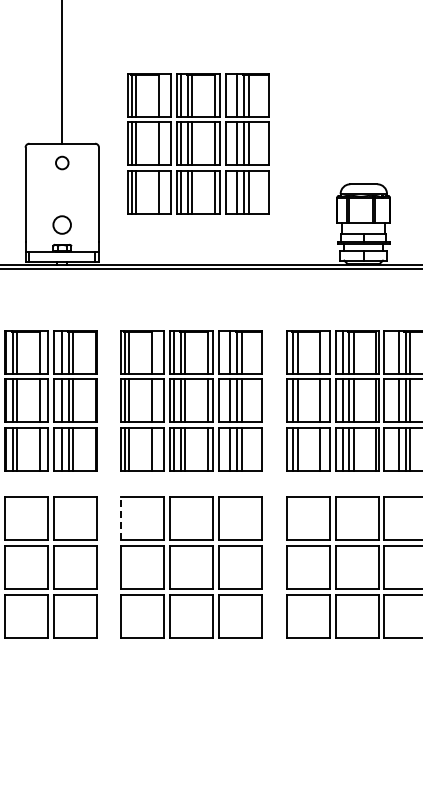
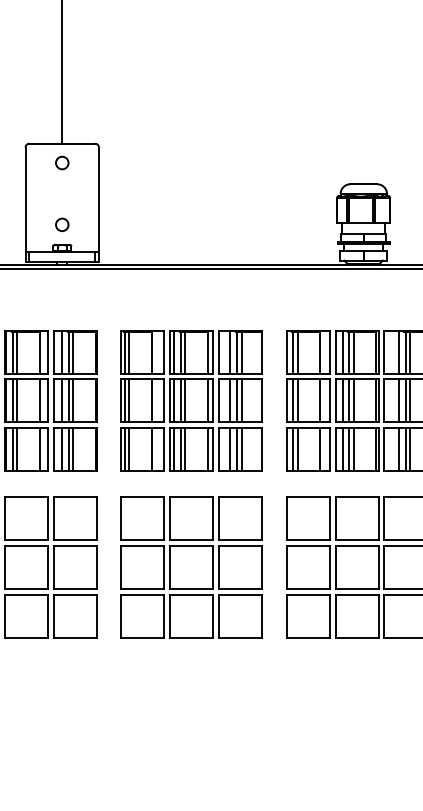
part at (198, 143): present -> none
circle at (61, 224) size: 20x20 px -> 15x15 px
line at (121, 518): dashed -> solid
